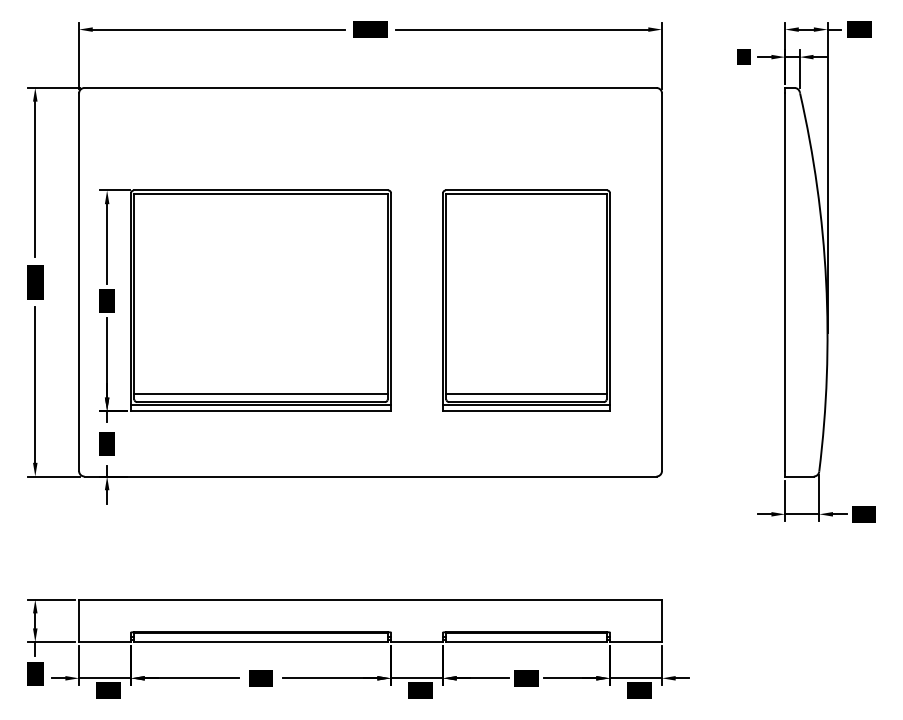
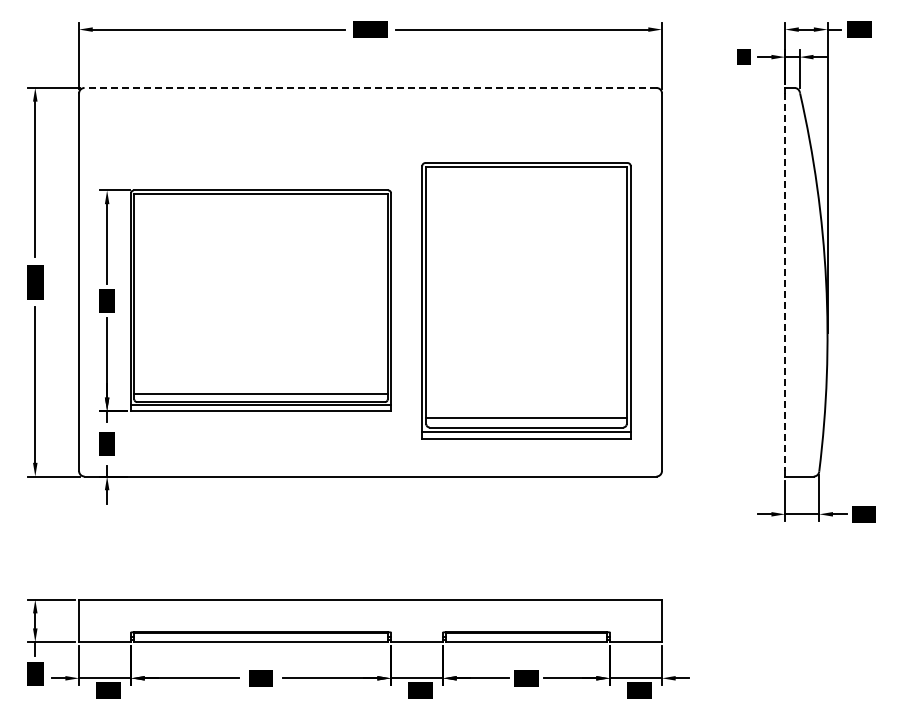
line at (370, 87): solid -> dashed
line at (785, 282): solid -> dashed
part at (526, 300) size: 169x223 px -> 211x278 px
